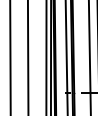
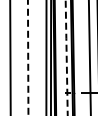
line at (66, 57): solid -> dashed
line at (28, 58): solid -> dashed
